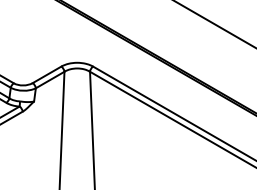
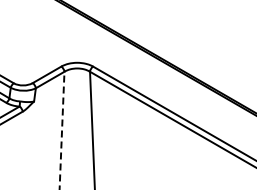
line at (214, 24): present -> none
line at (62, 130): solid -> dashed
